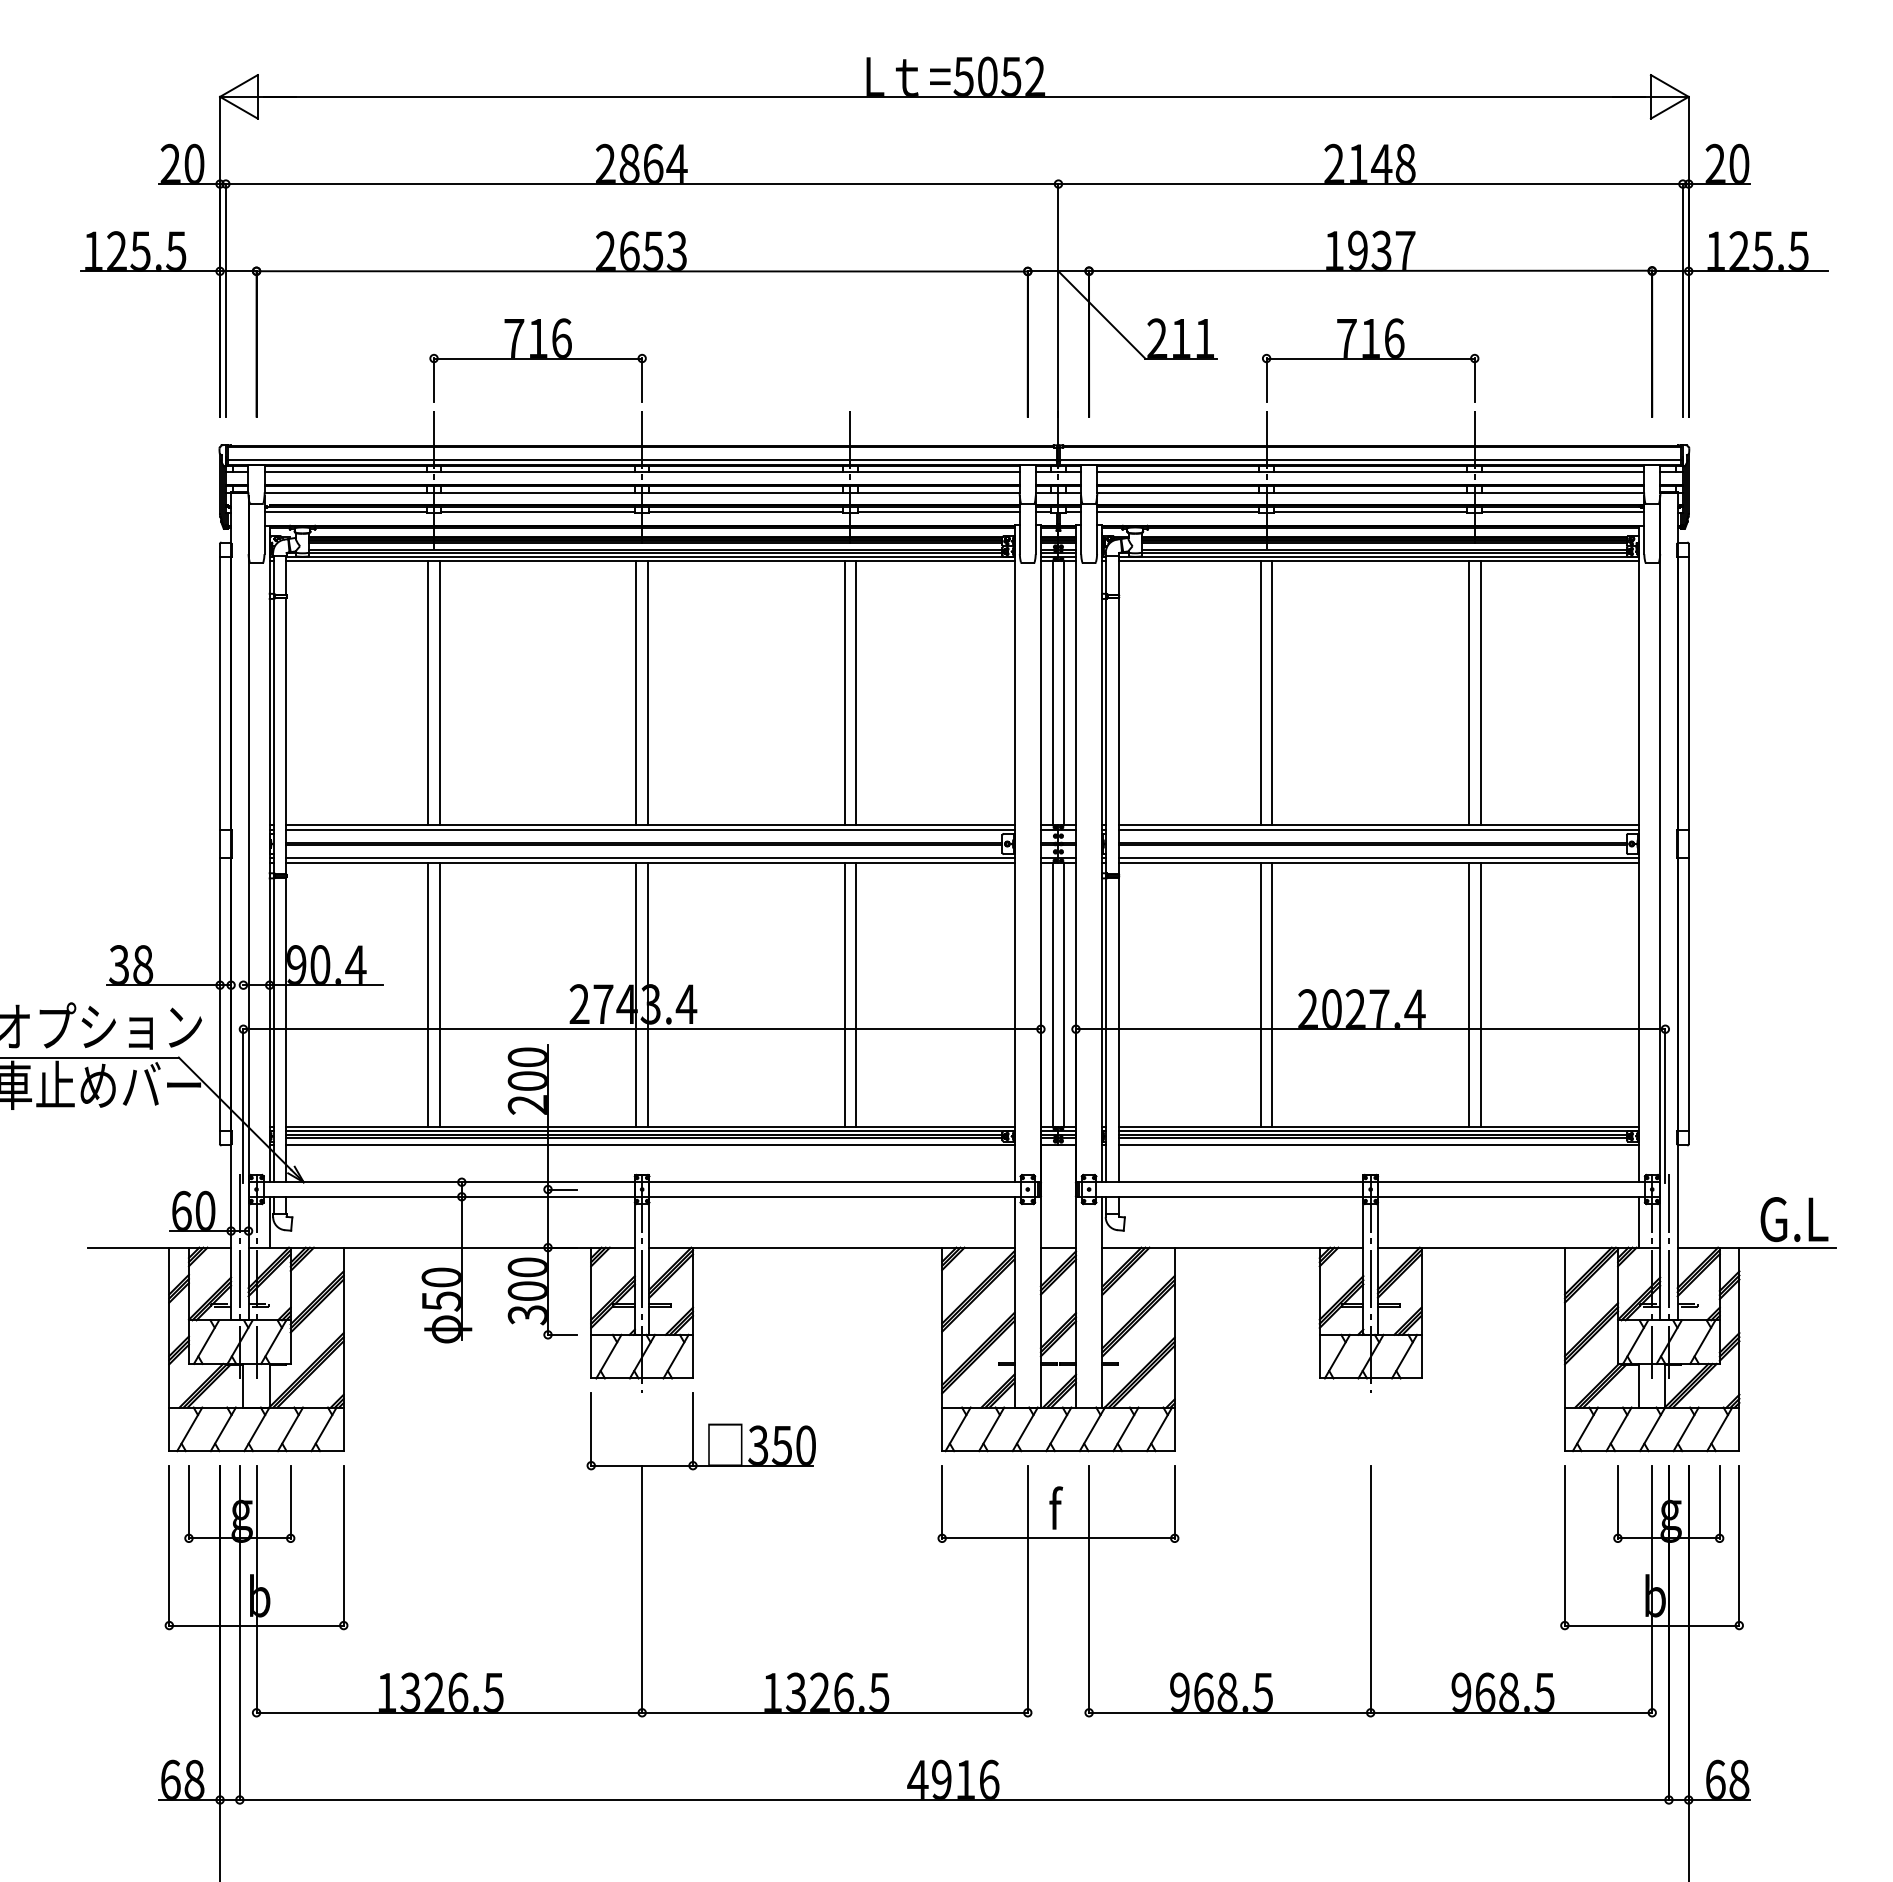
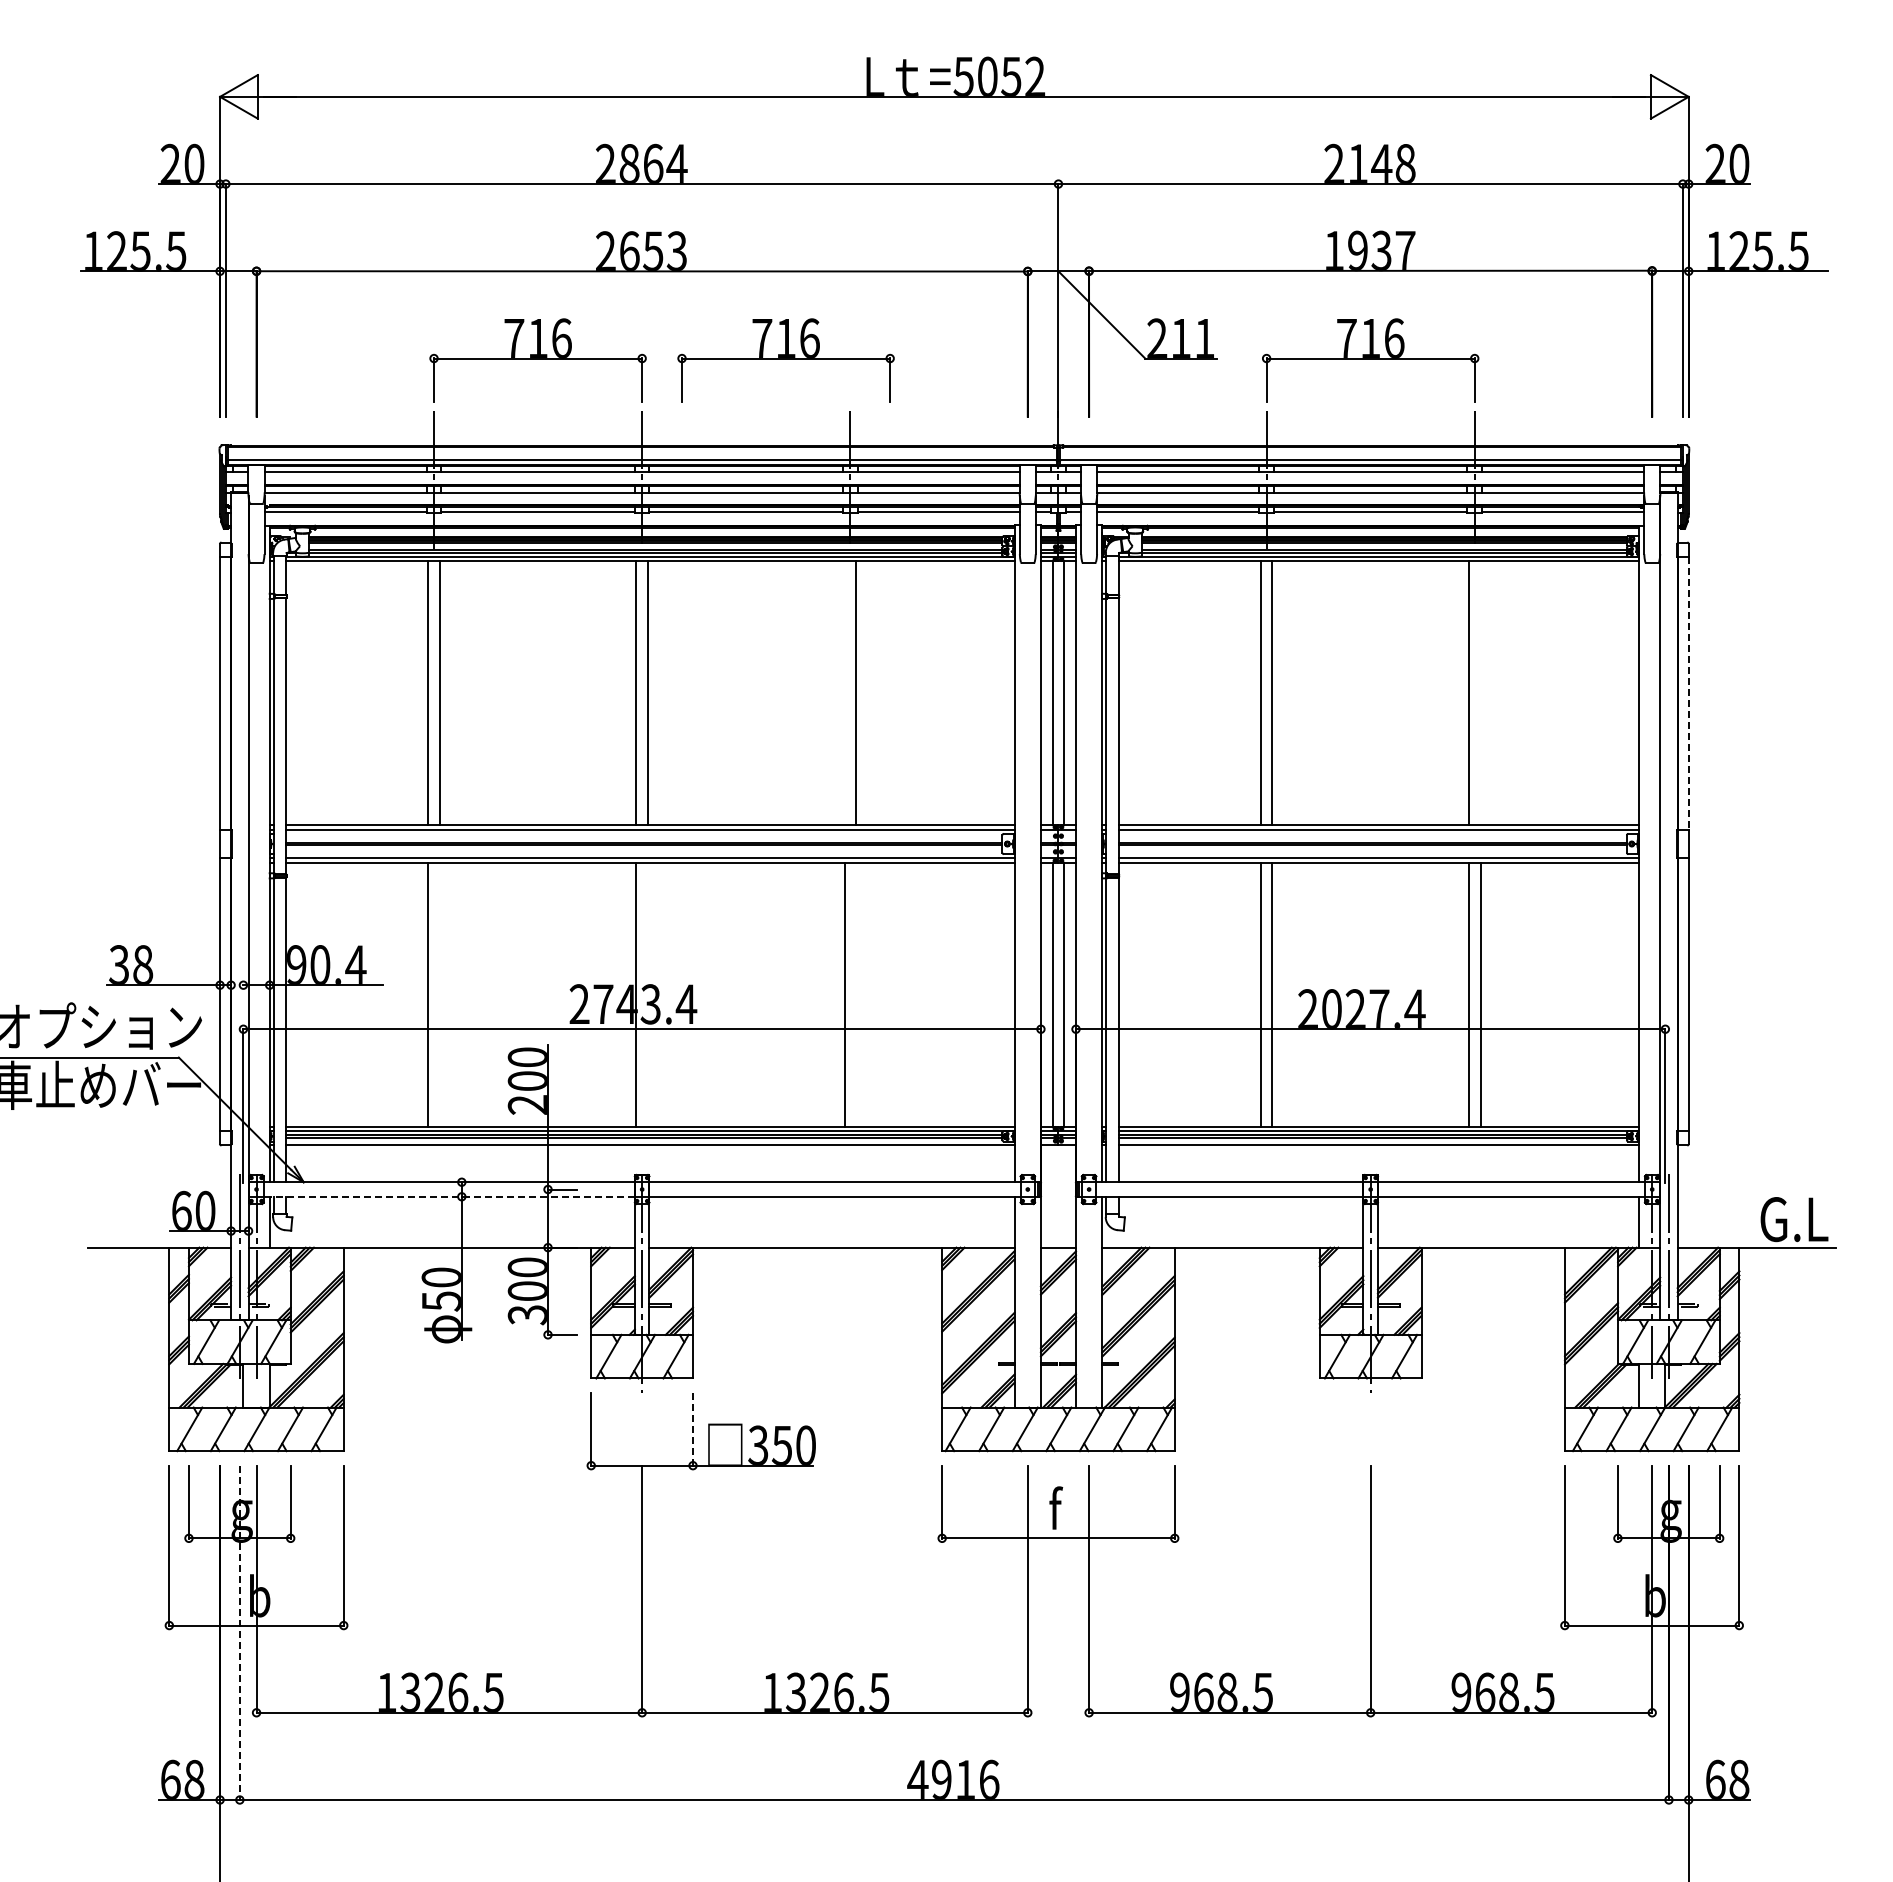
part at (785, 360): none -> present
line at (844, 693): present -> none
line at (1480, 693): present -> none
line at (1688, 693): solid -> dashed
line at (439, 994): present -> none
line at (647, 994): present -> none
line at (856, 994): present -> none
line at (449, 1196): solid -> dashed
line at (692, 1429): solid -> dashed
line at (239, 1633): solid -> dashed
